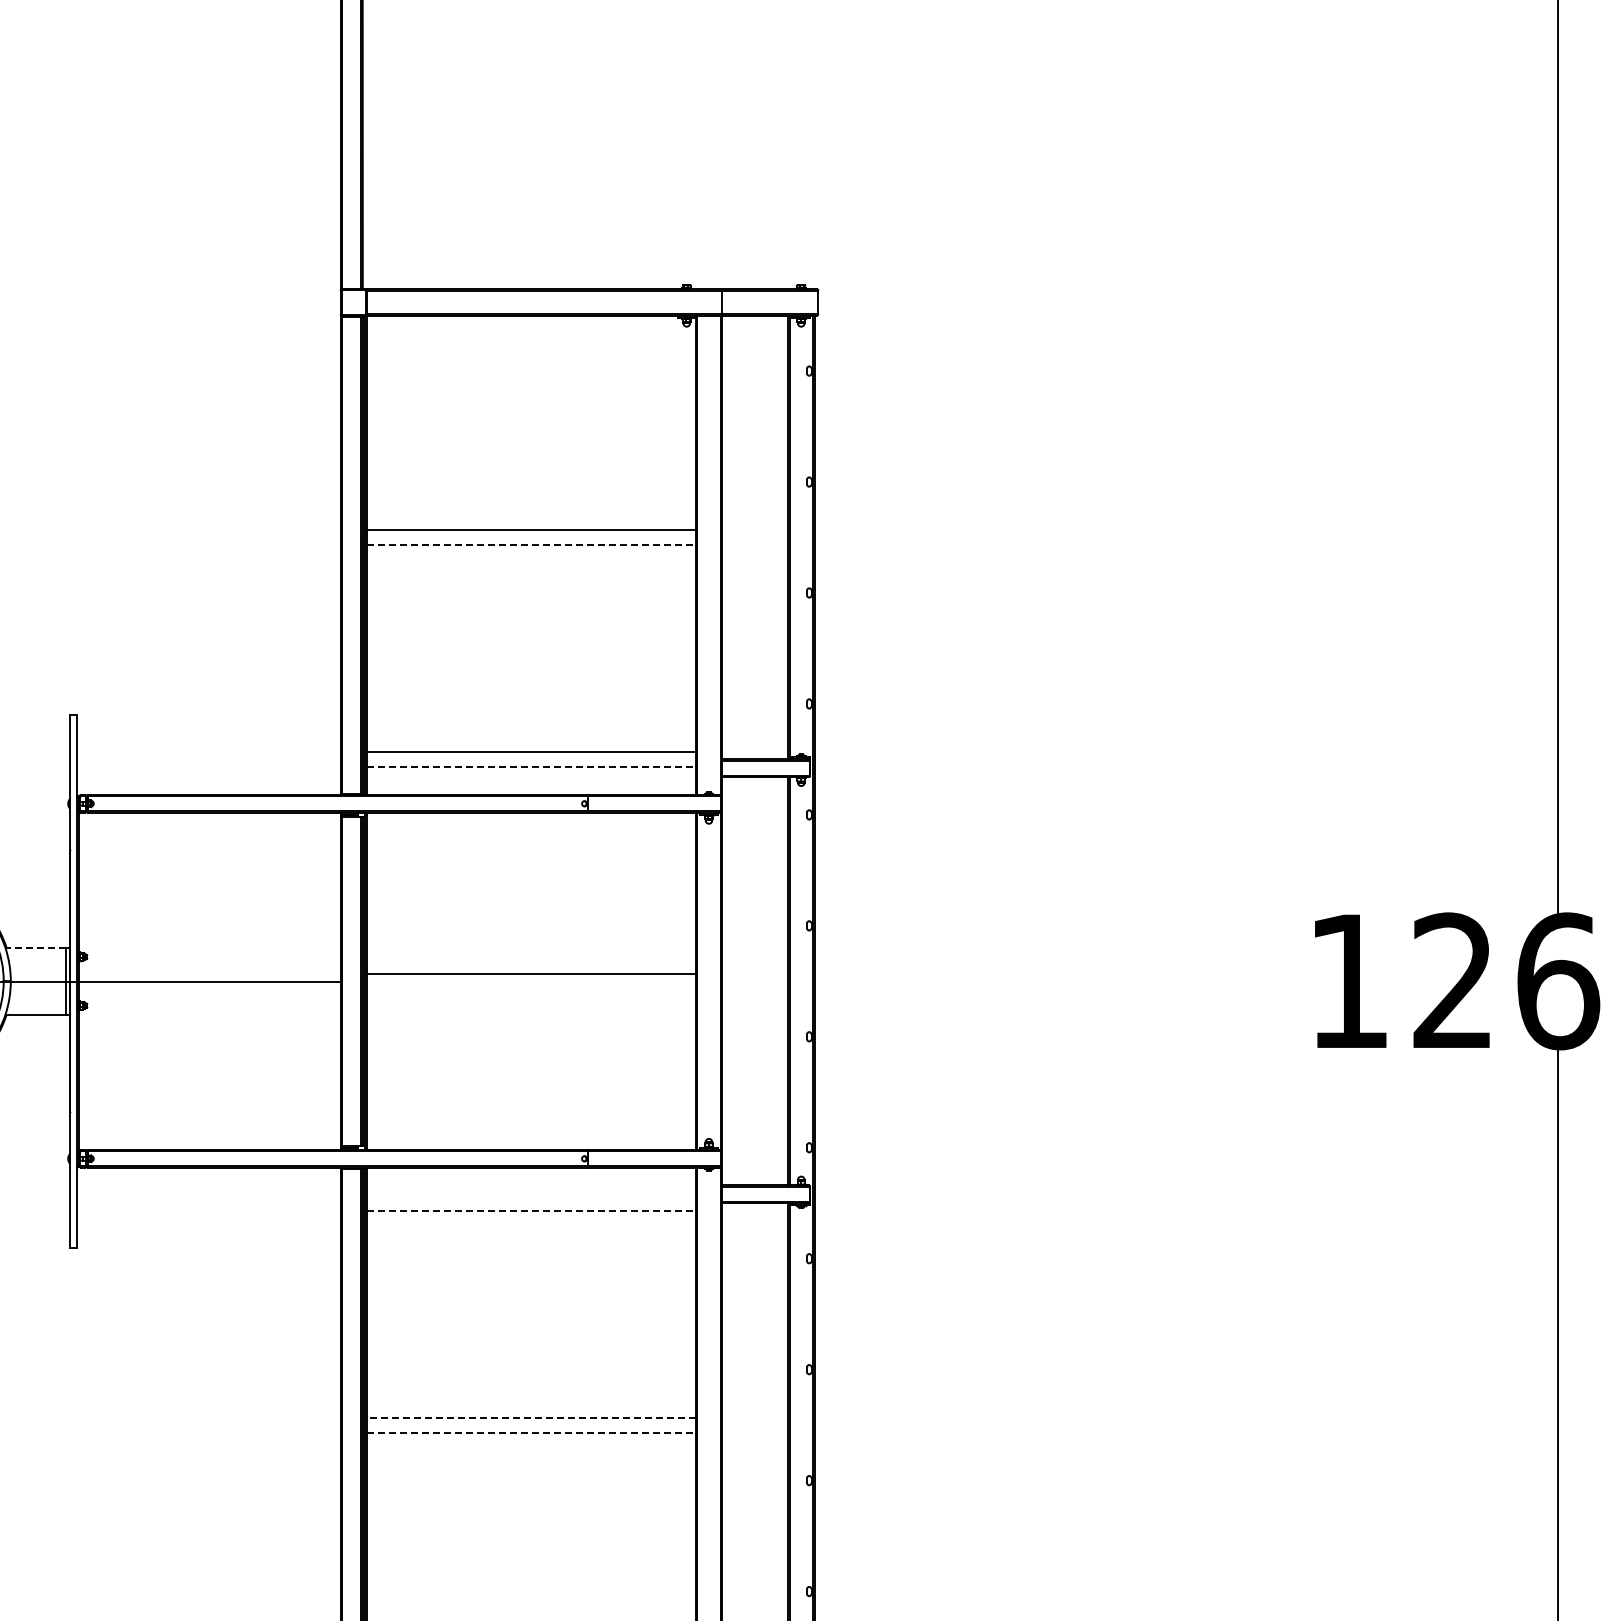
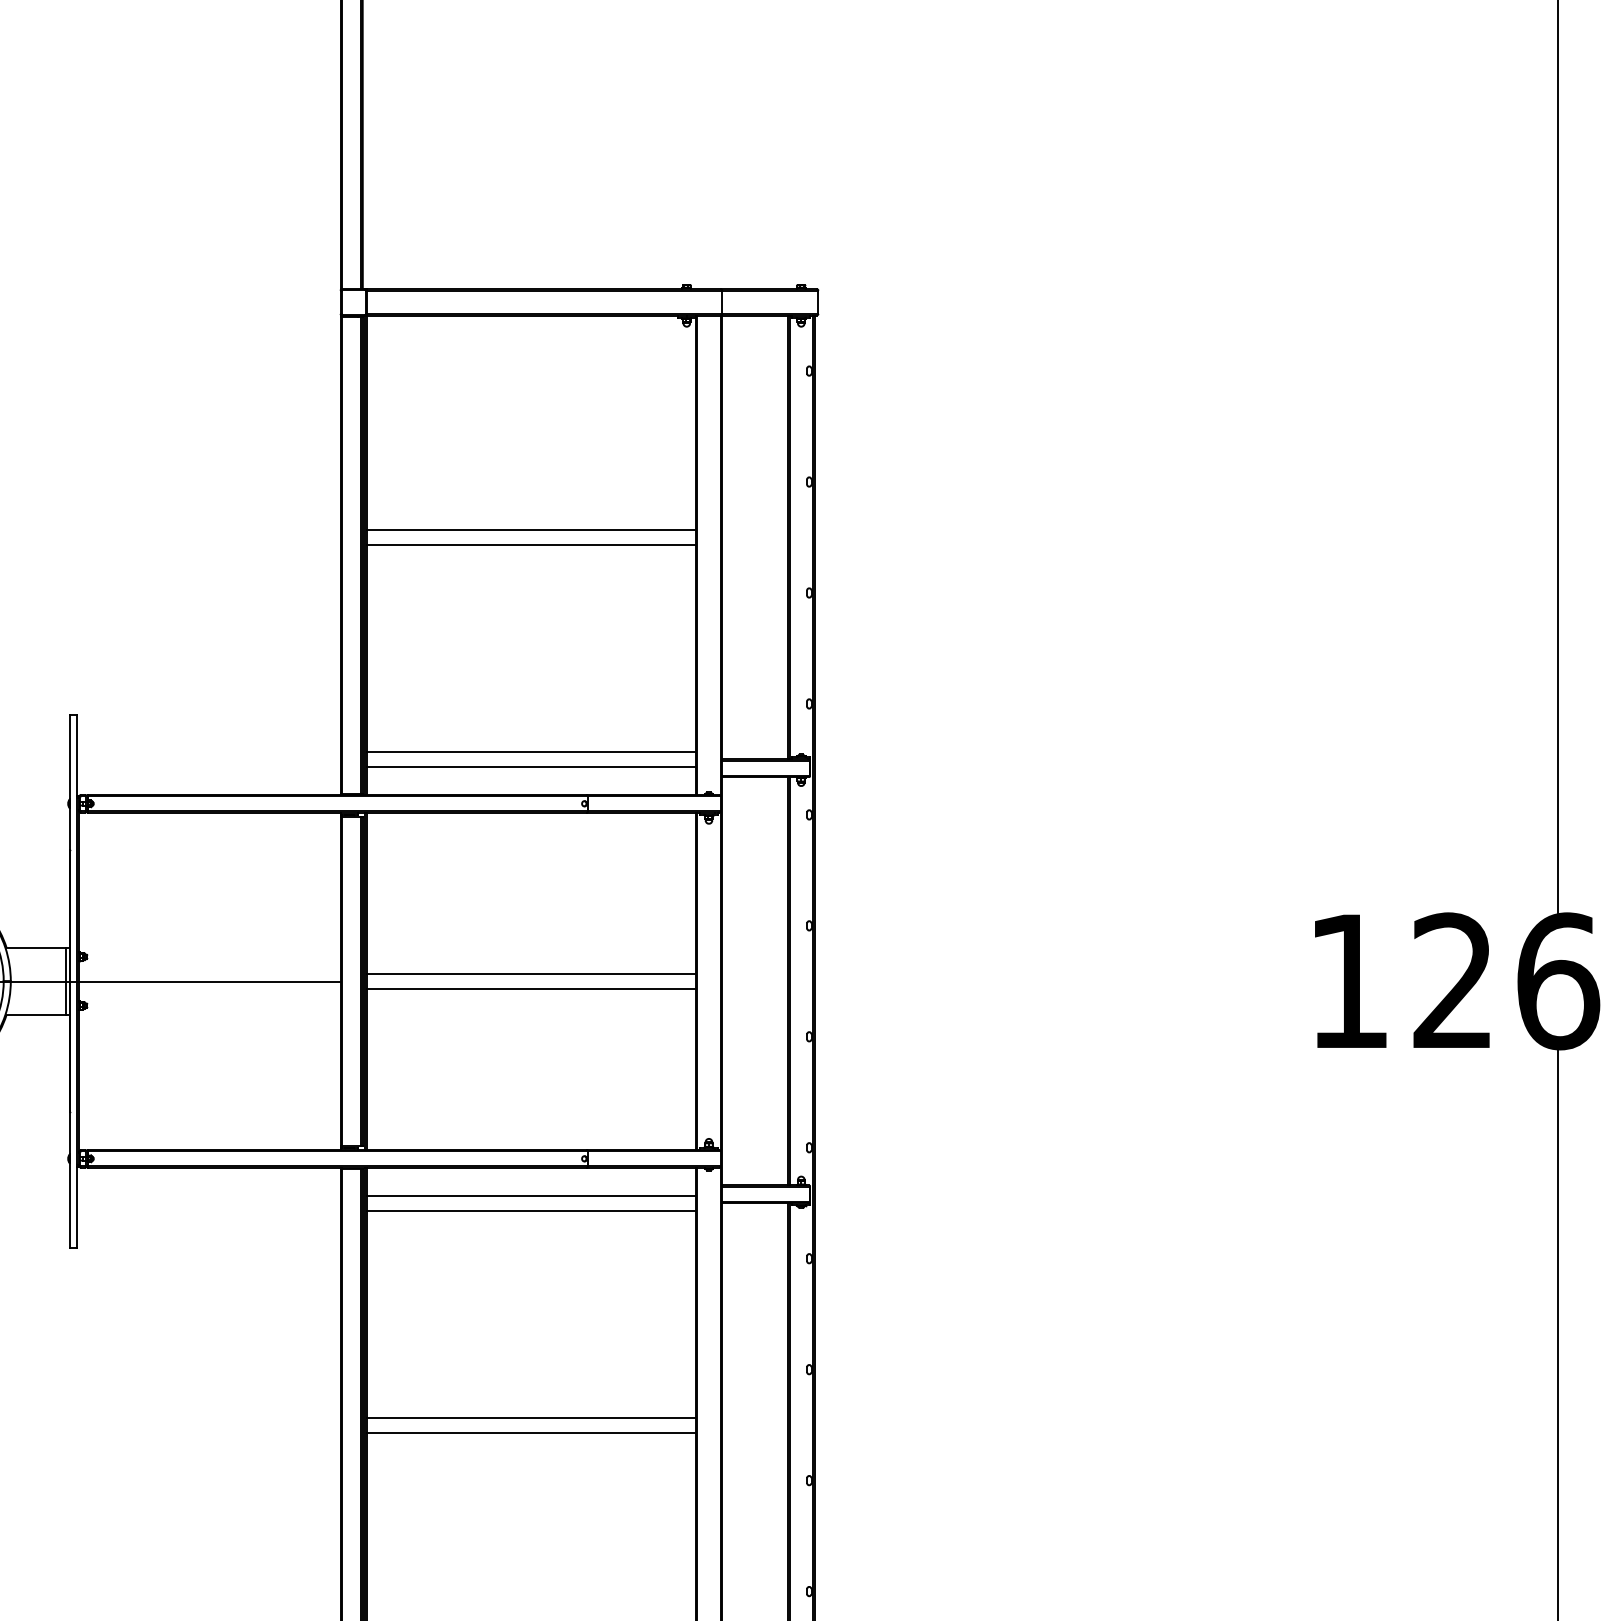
line at (531, 544): dashed -> solid
line at (531, 766): dashed -> solid
line at (35, 948): dashed -> solid
line at (531, 988): none -> present
line at (531, 1195): none -> present
line at (531, 1210): dashed -> solid
line at (530, 1417): dashed -> solid
line at (531, 1432): dashed -> solid
